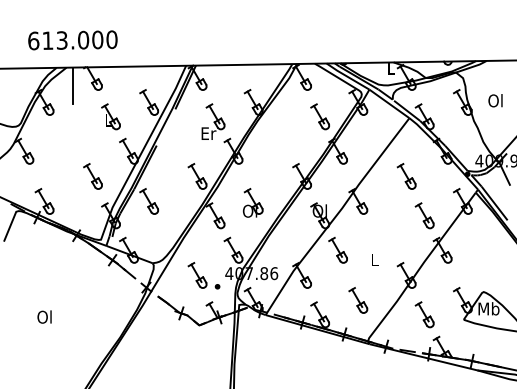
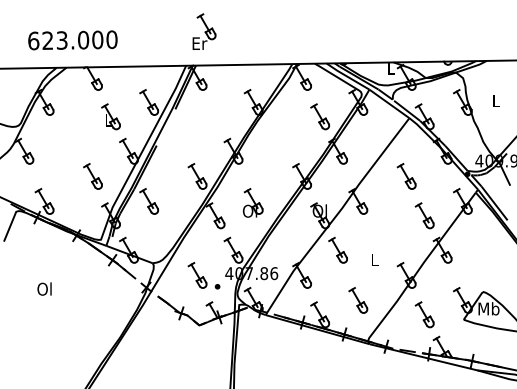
text at (47, 40): 613.000 -> 623.000
line at (73, 85): present -> none
text at (495, 100): Ol -> L
part at (213, 121) position: (213, 121) -> (204, 31)
text at (44, 316) position: (44, 316) -> (44, 288)
